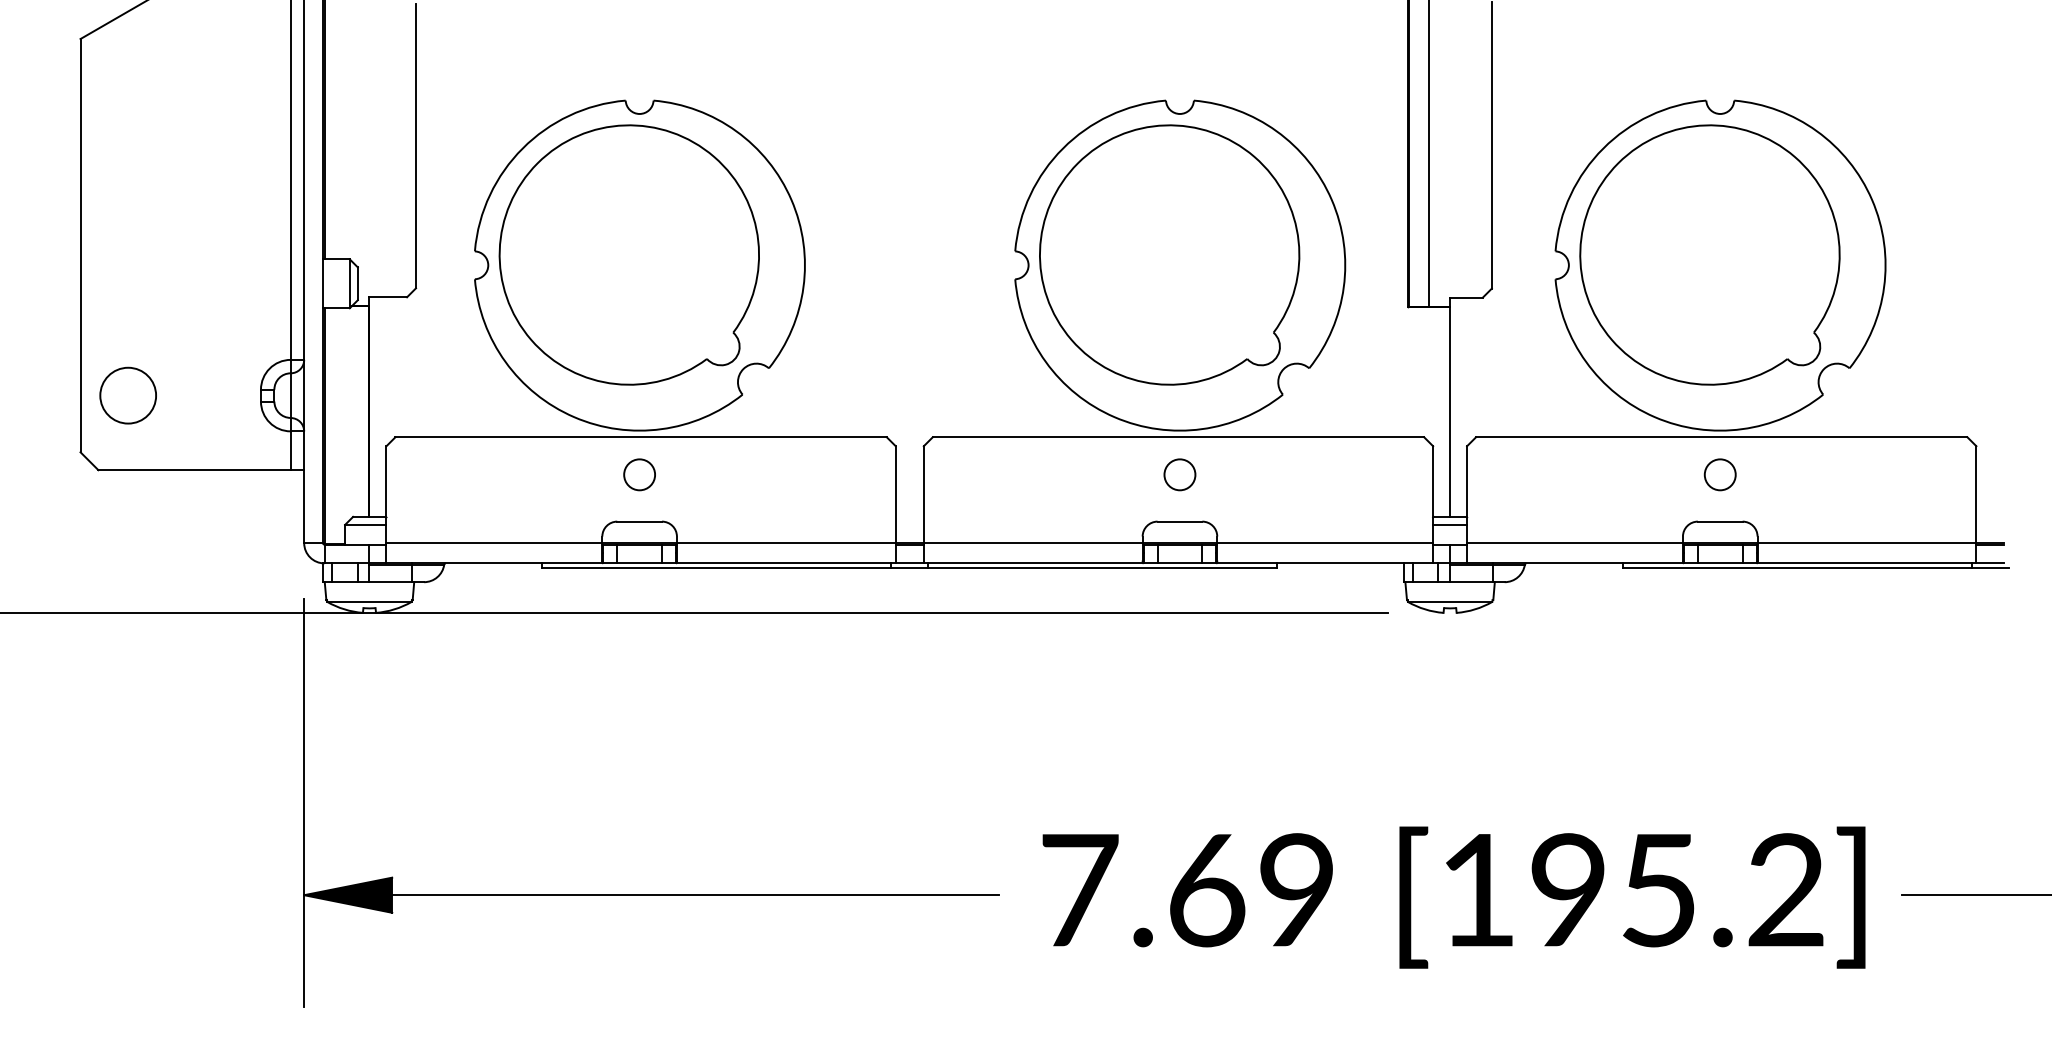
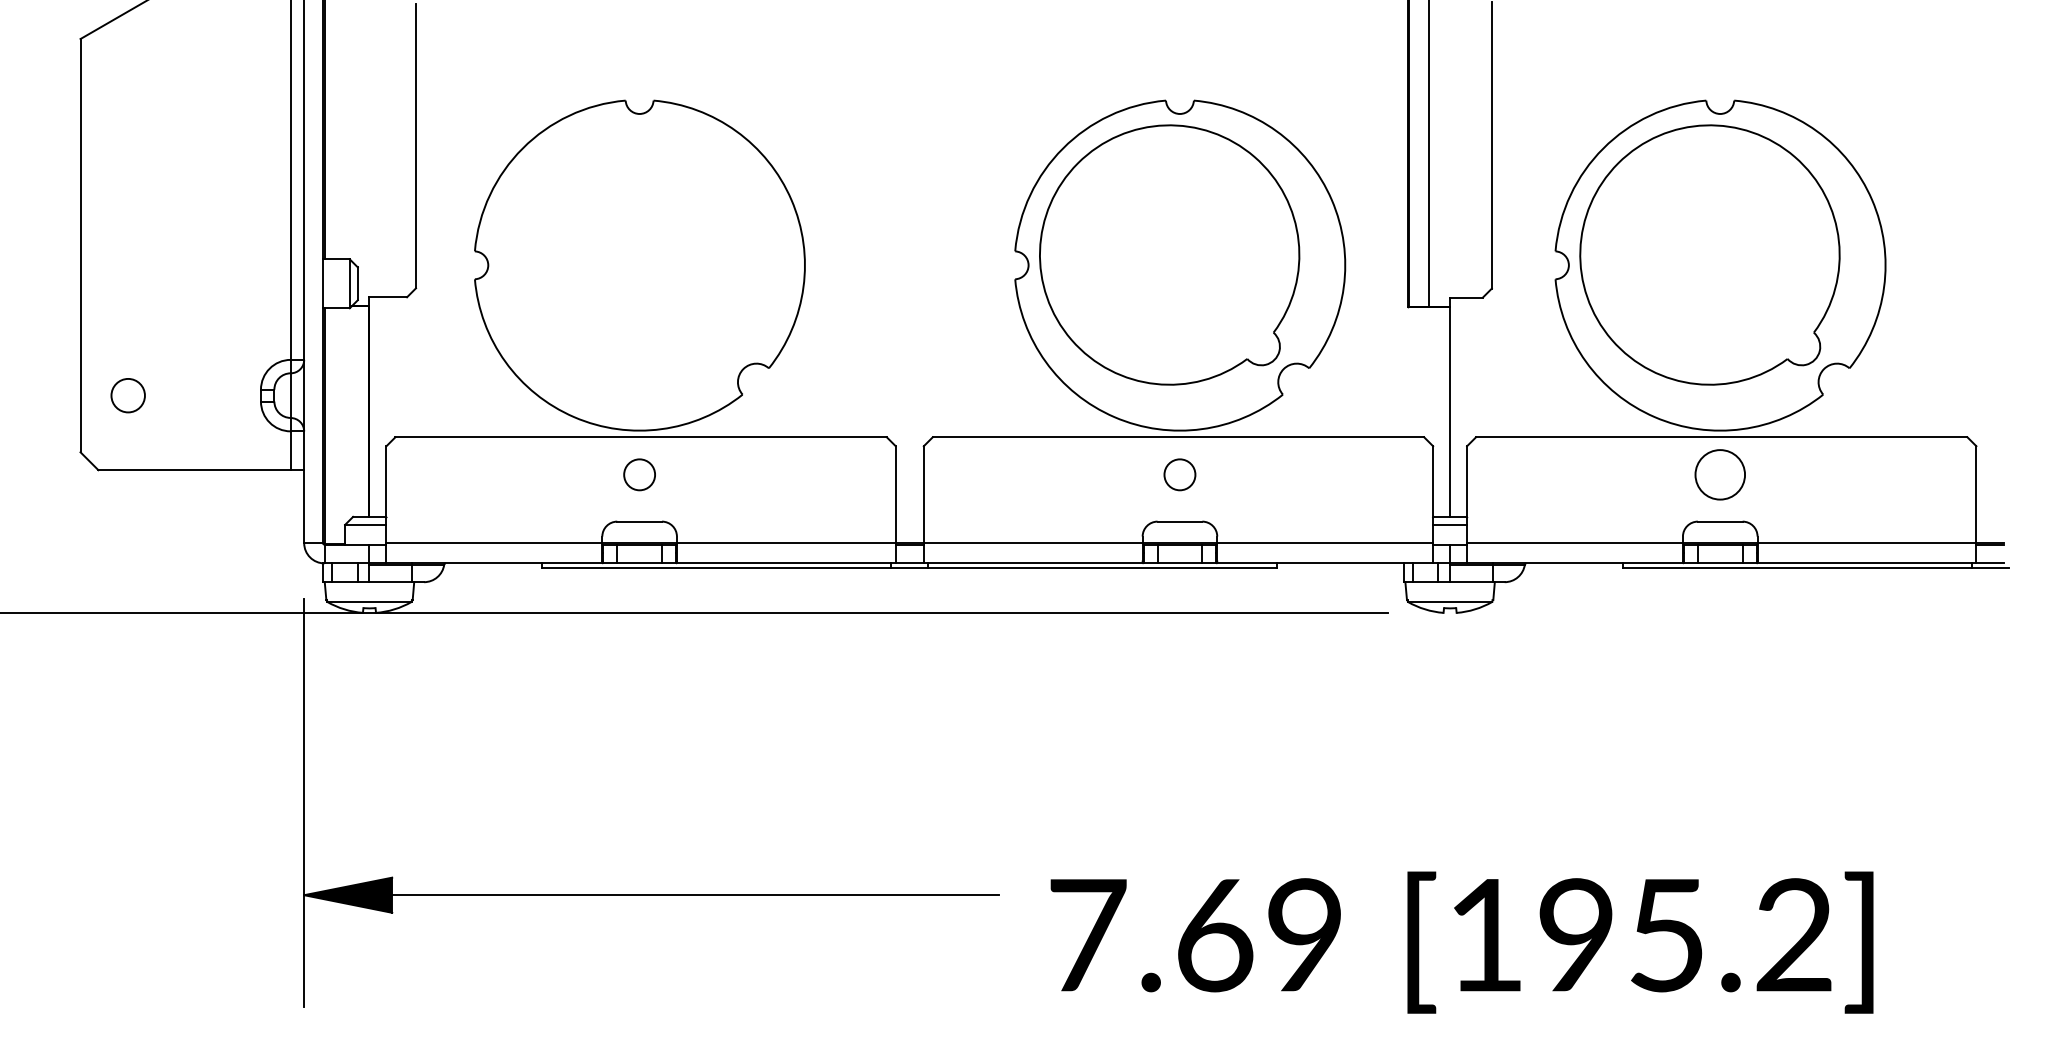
part at (628, 254): present -> none
circle at (128, 395) diameter: 56 px -> 33 px
circle at (1719, 474) diameter: 31 px -> 50 px
line at (1974, 895): present -> none
text at (1453, 897) position: (1453, 897) -> (1461, 942)
